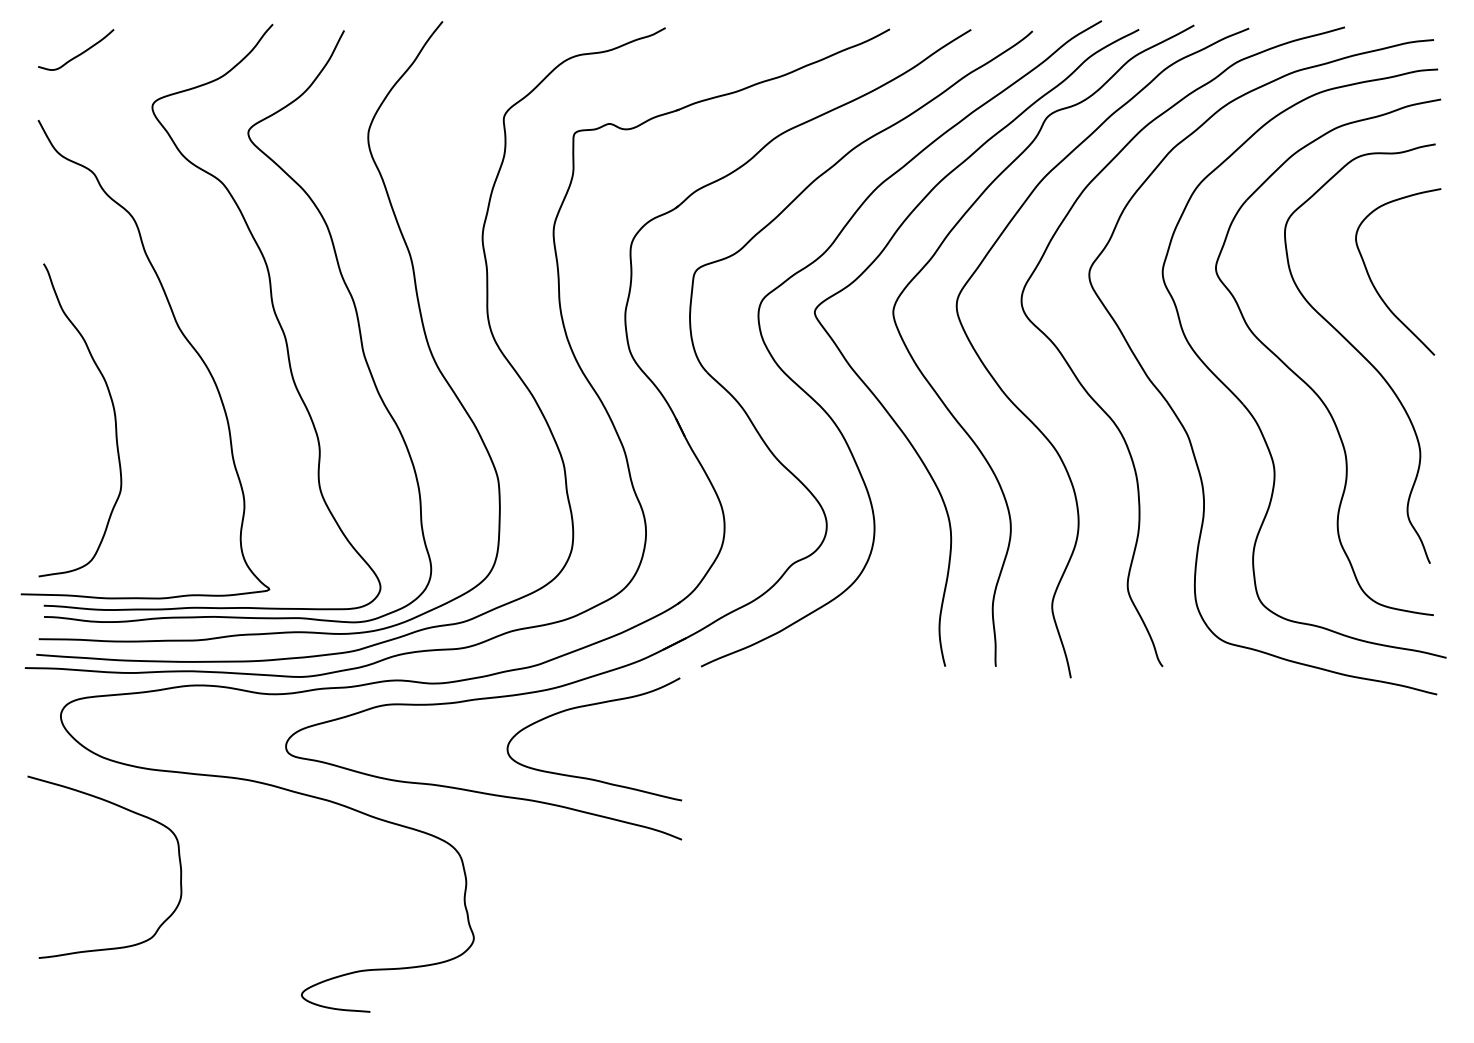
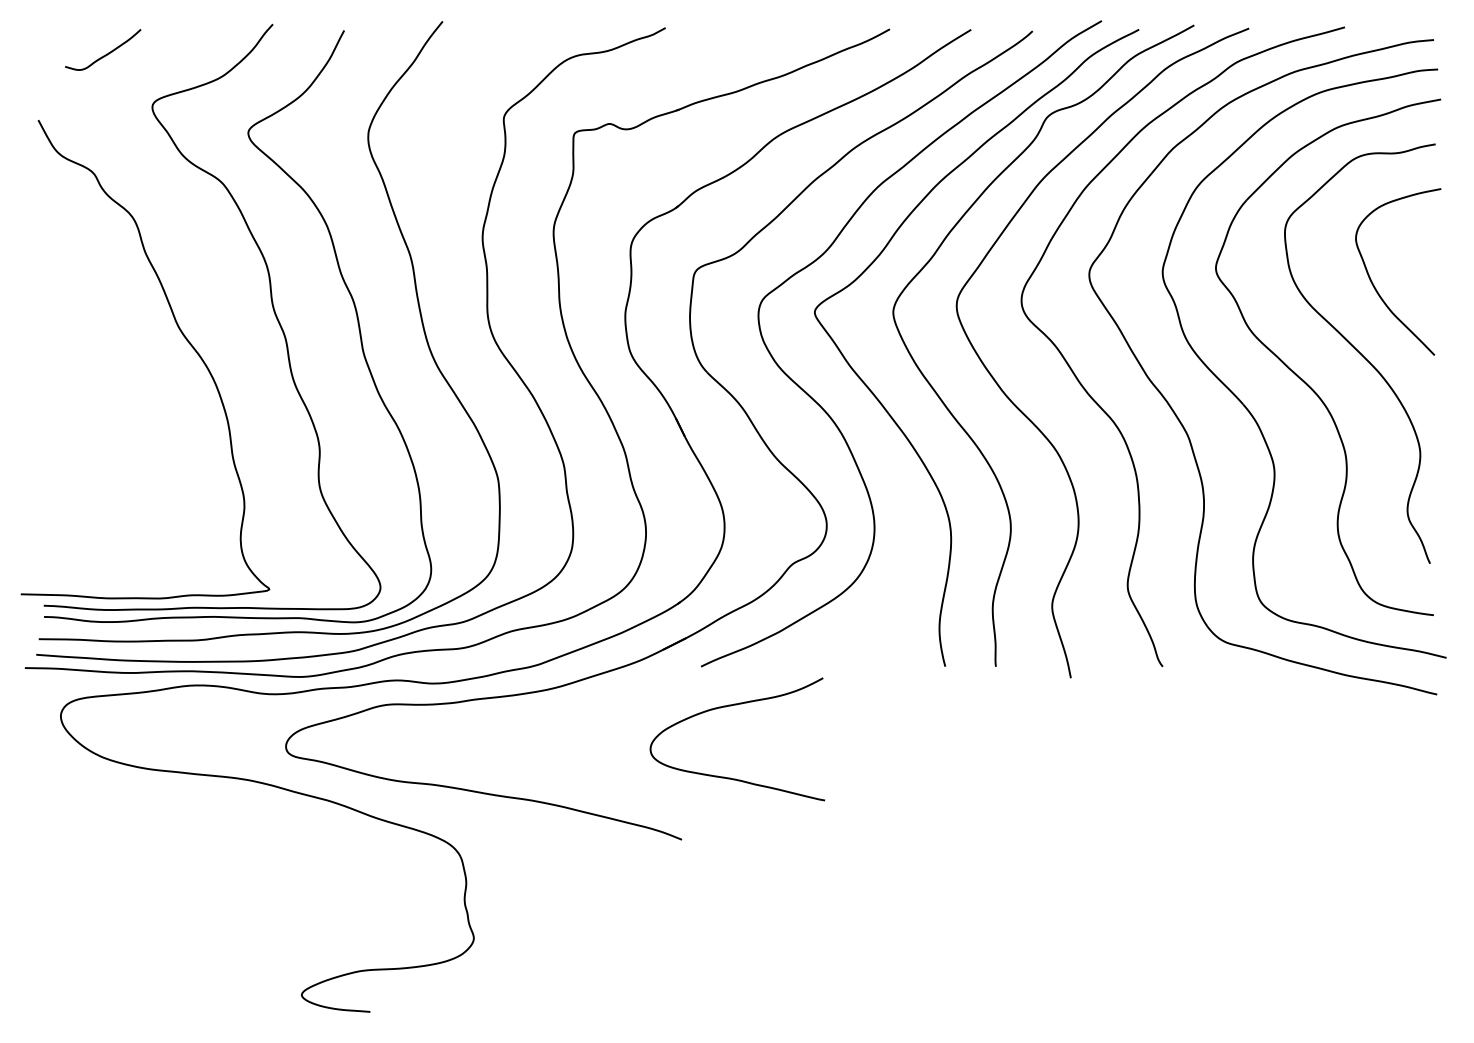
curve at (79, 53) position: (79, 53) -> (106, 53)
curve at (113, 412): present -> none
curve at (588, 706) position: (588, 706) -> (731, 706)
curve at (126, 810): present -> none
